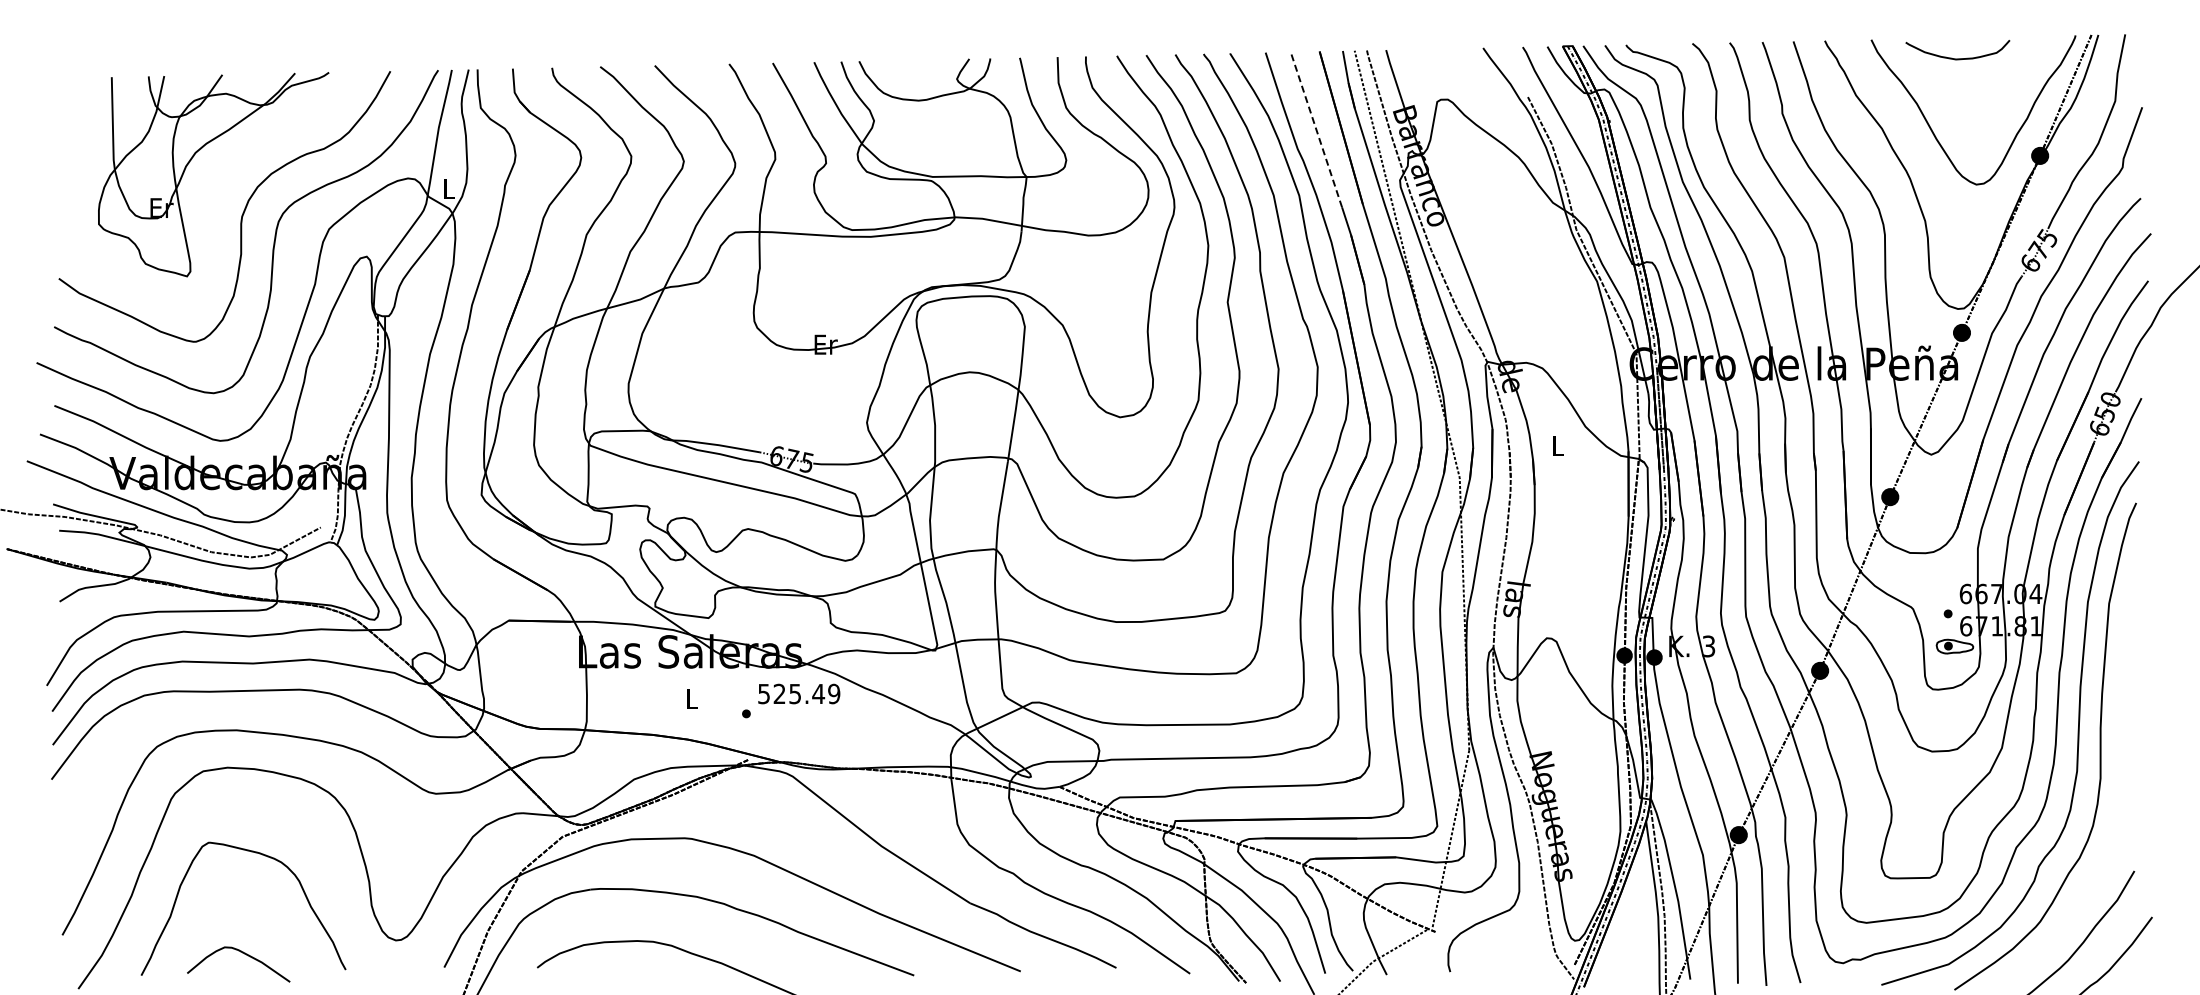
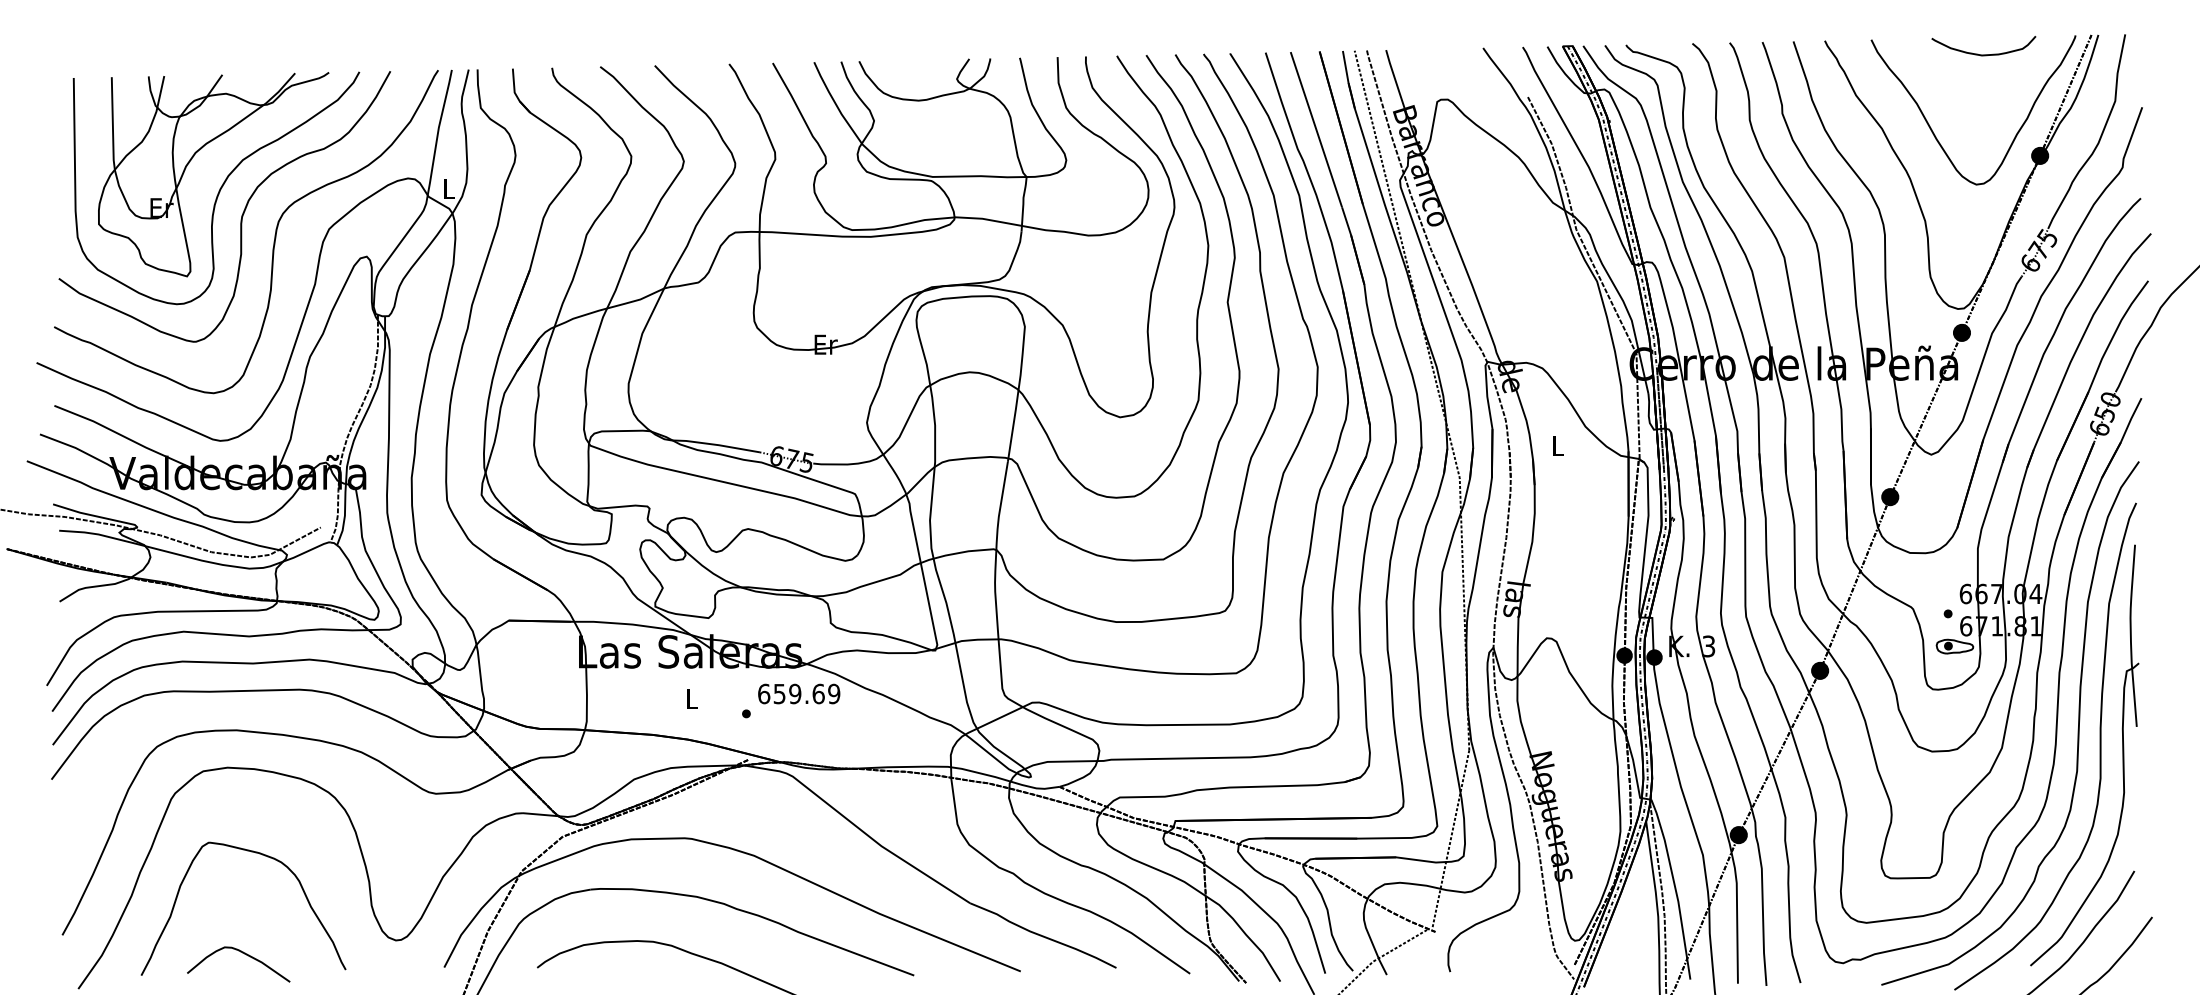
curve at (1957, 58) position: (1957, 58) -> (1983, 54)
line at (1316, 129): dashed -> solid
curve at (219, 188): none -> present
text at (791, 693): 525.49 -> 659.69
part at (2122, 755): none -> present
